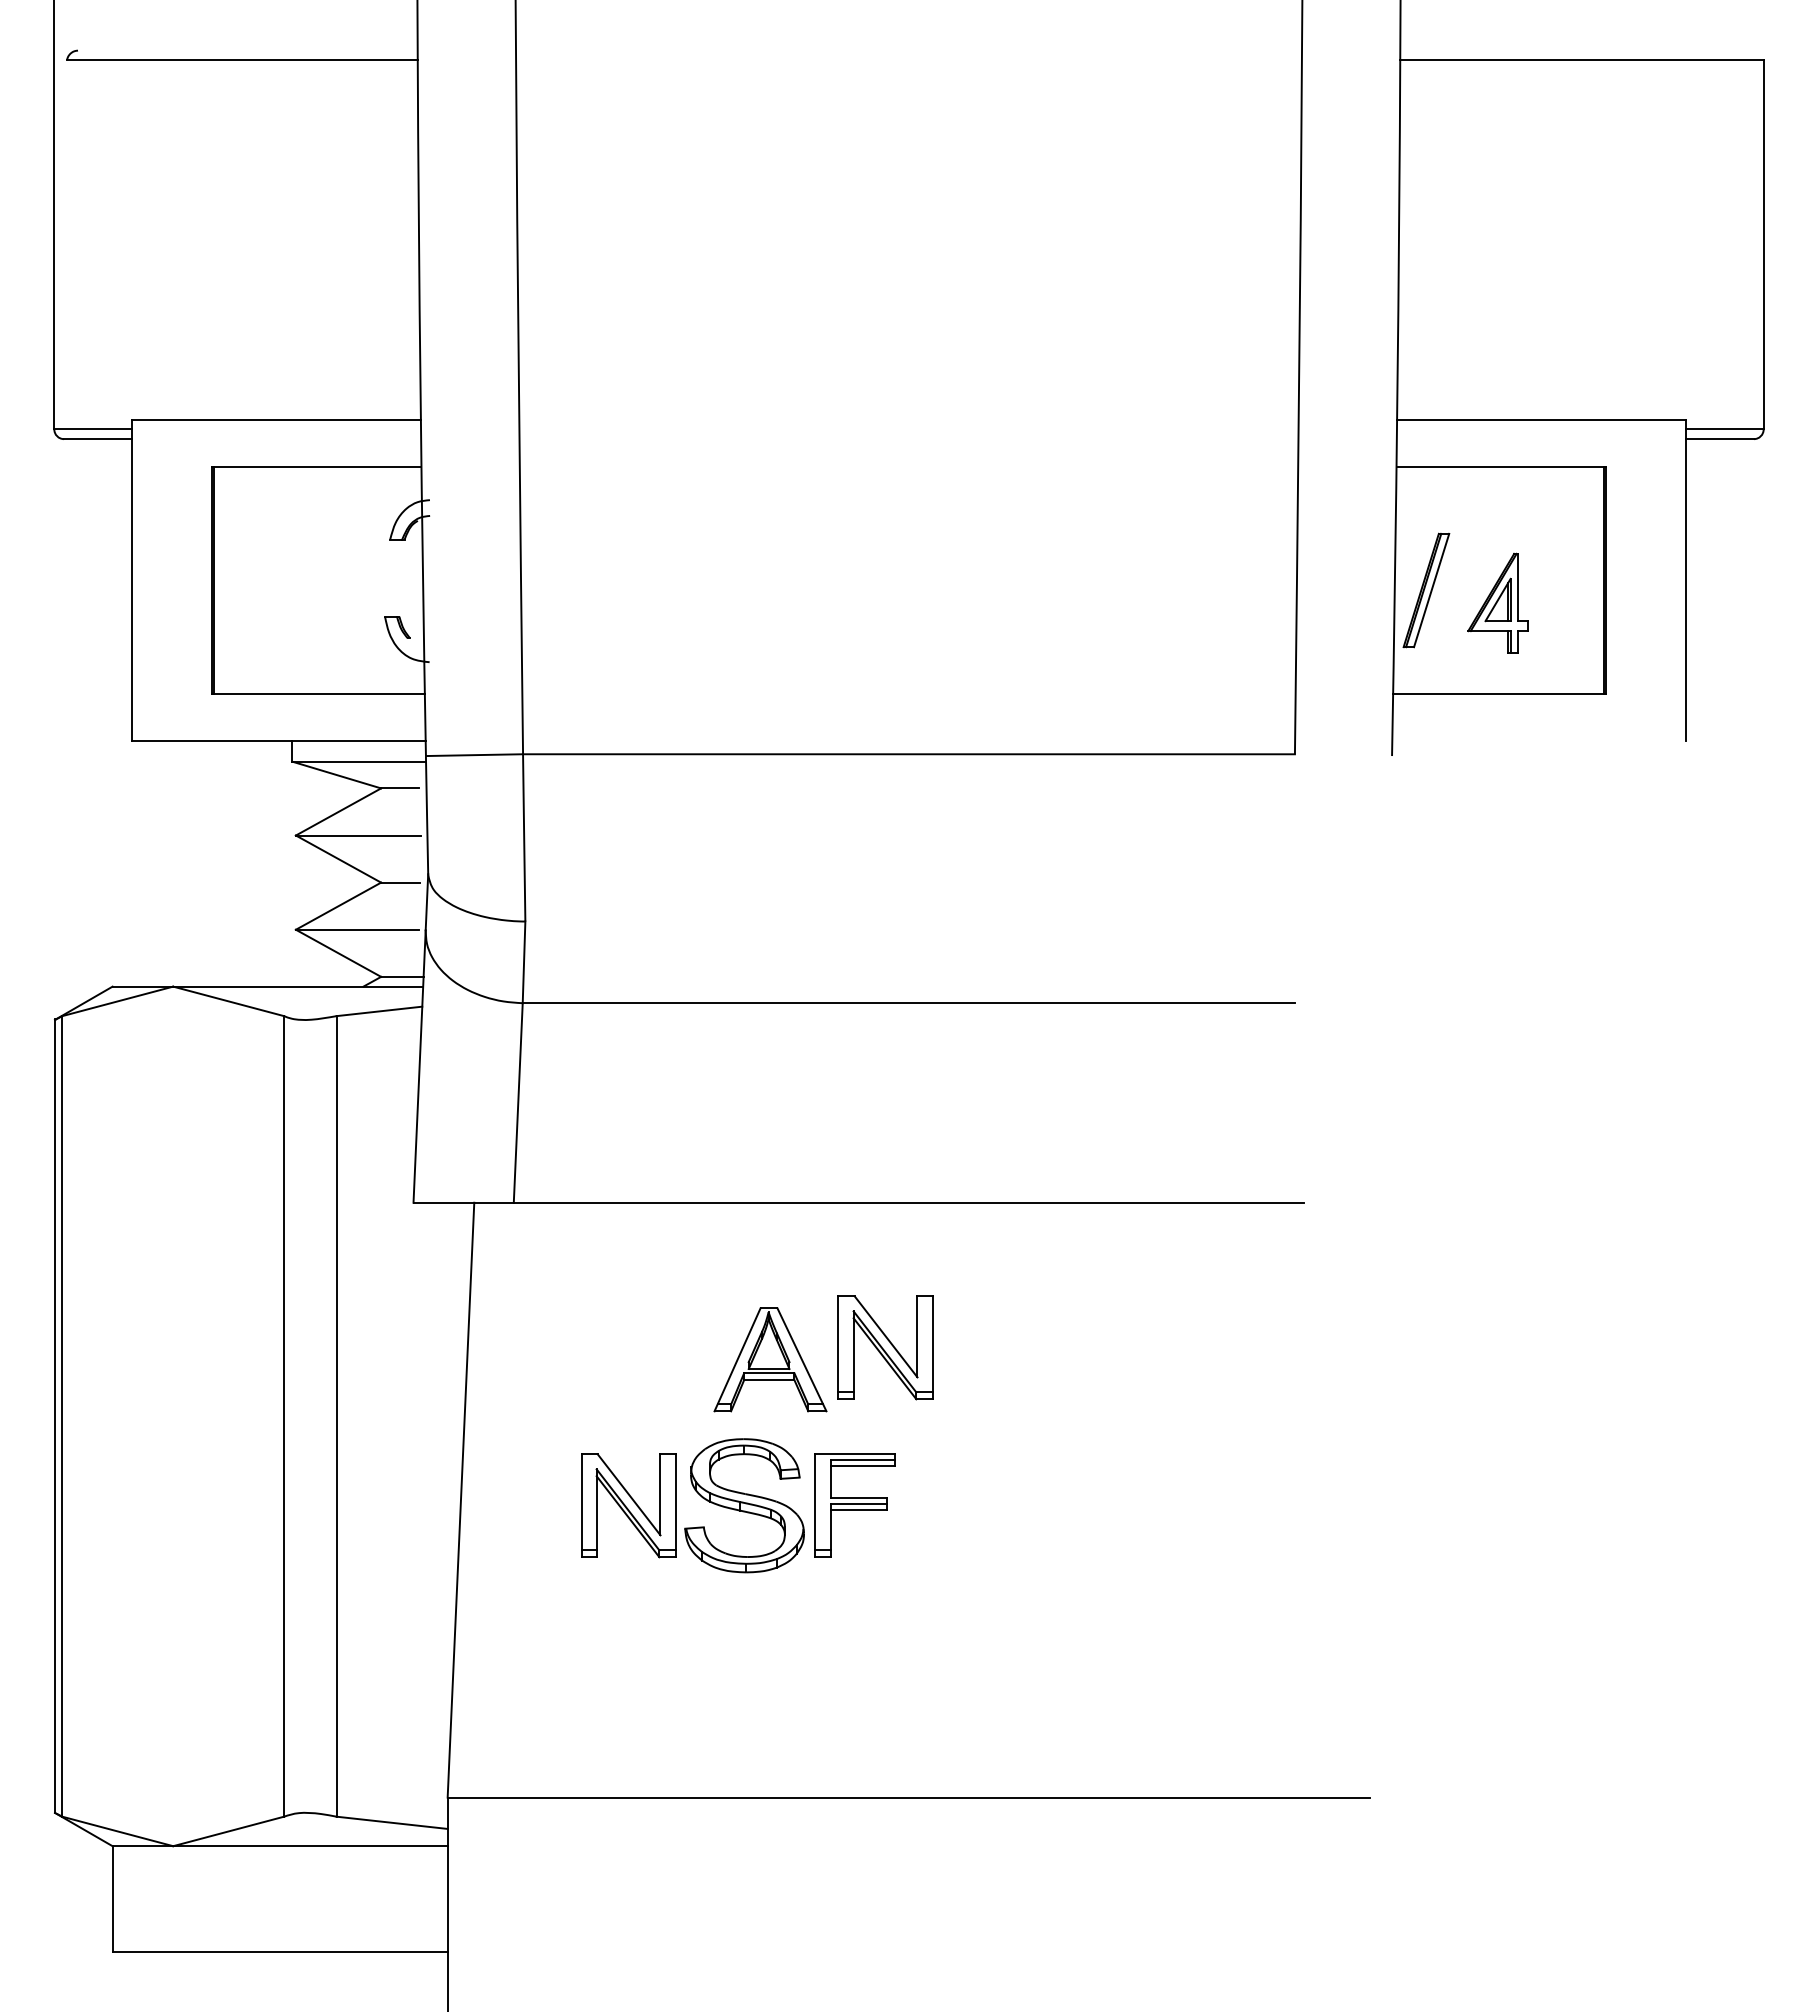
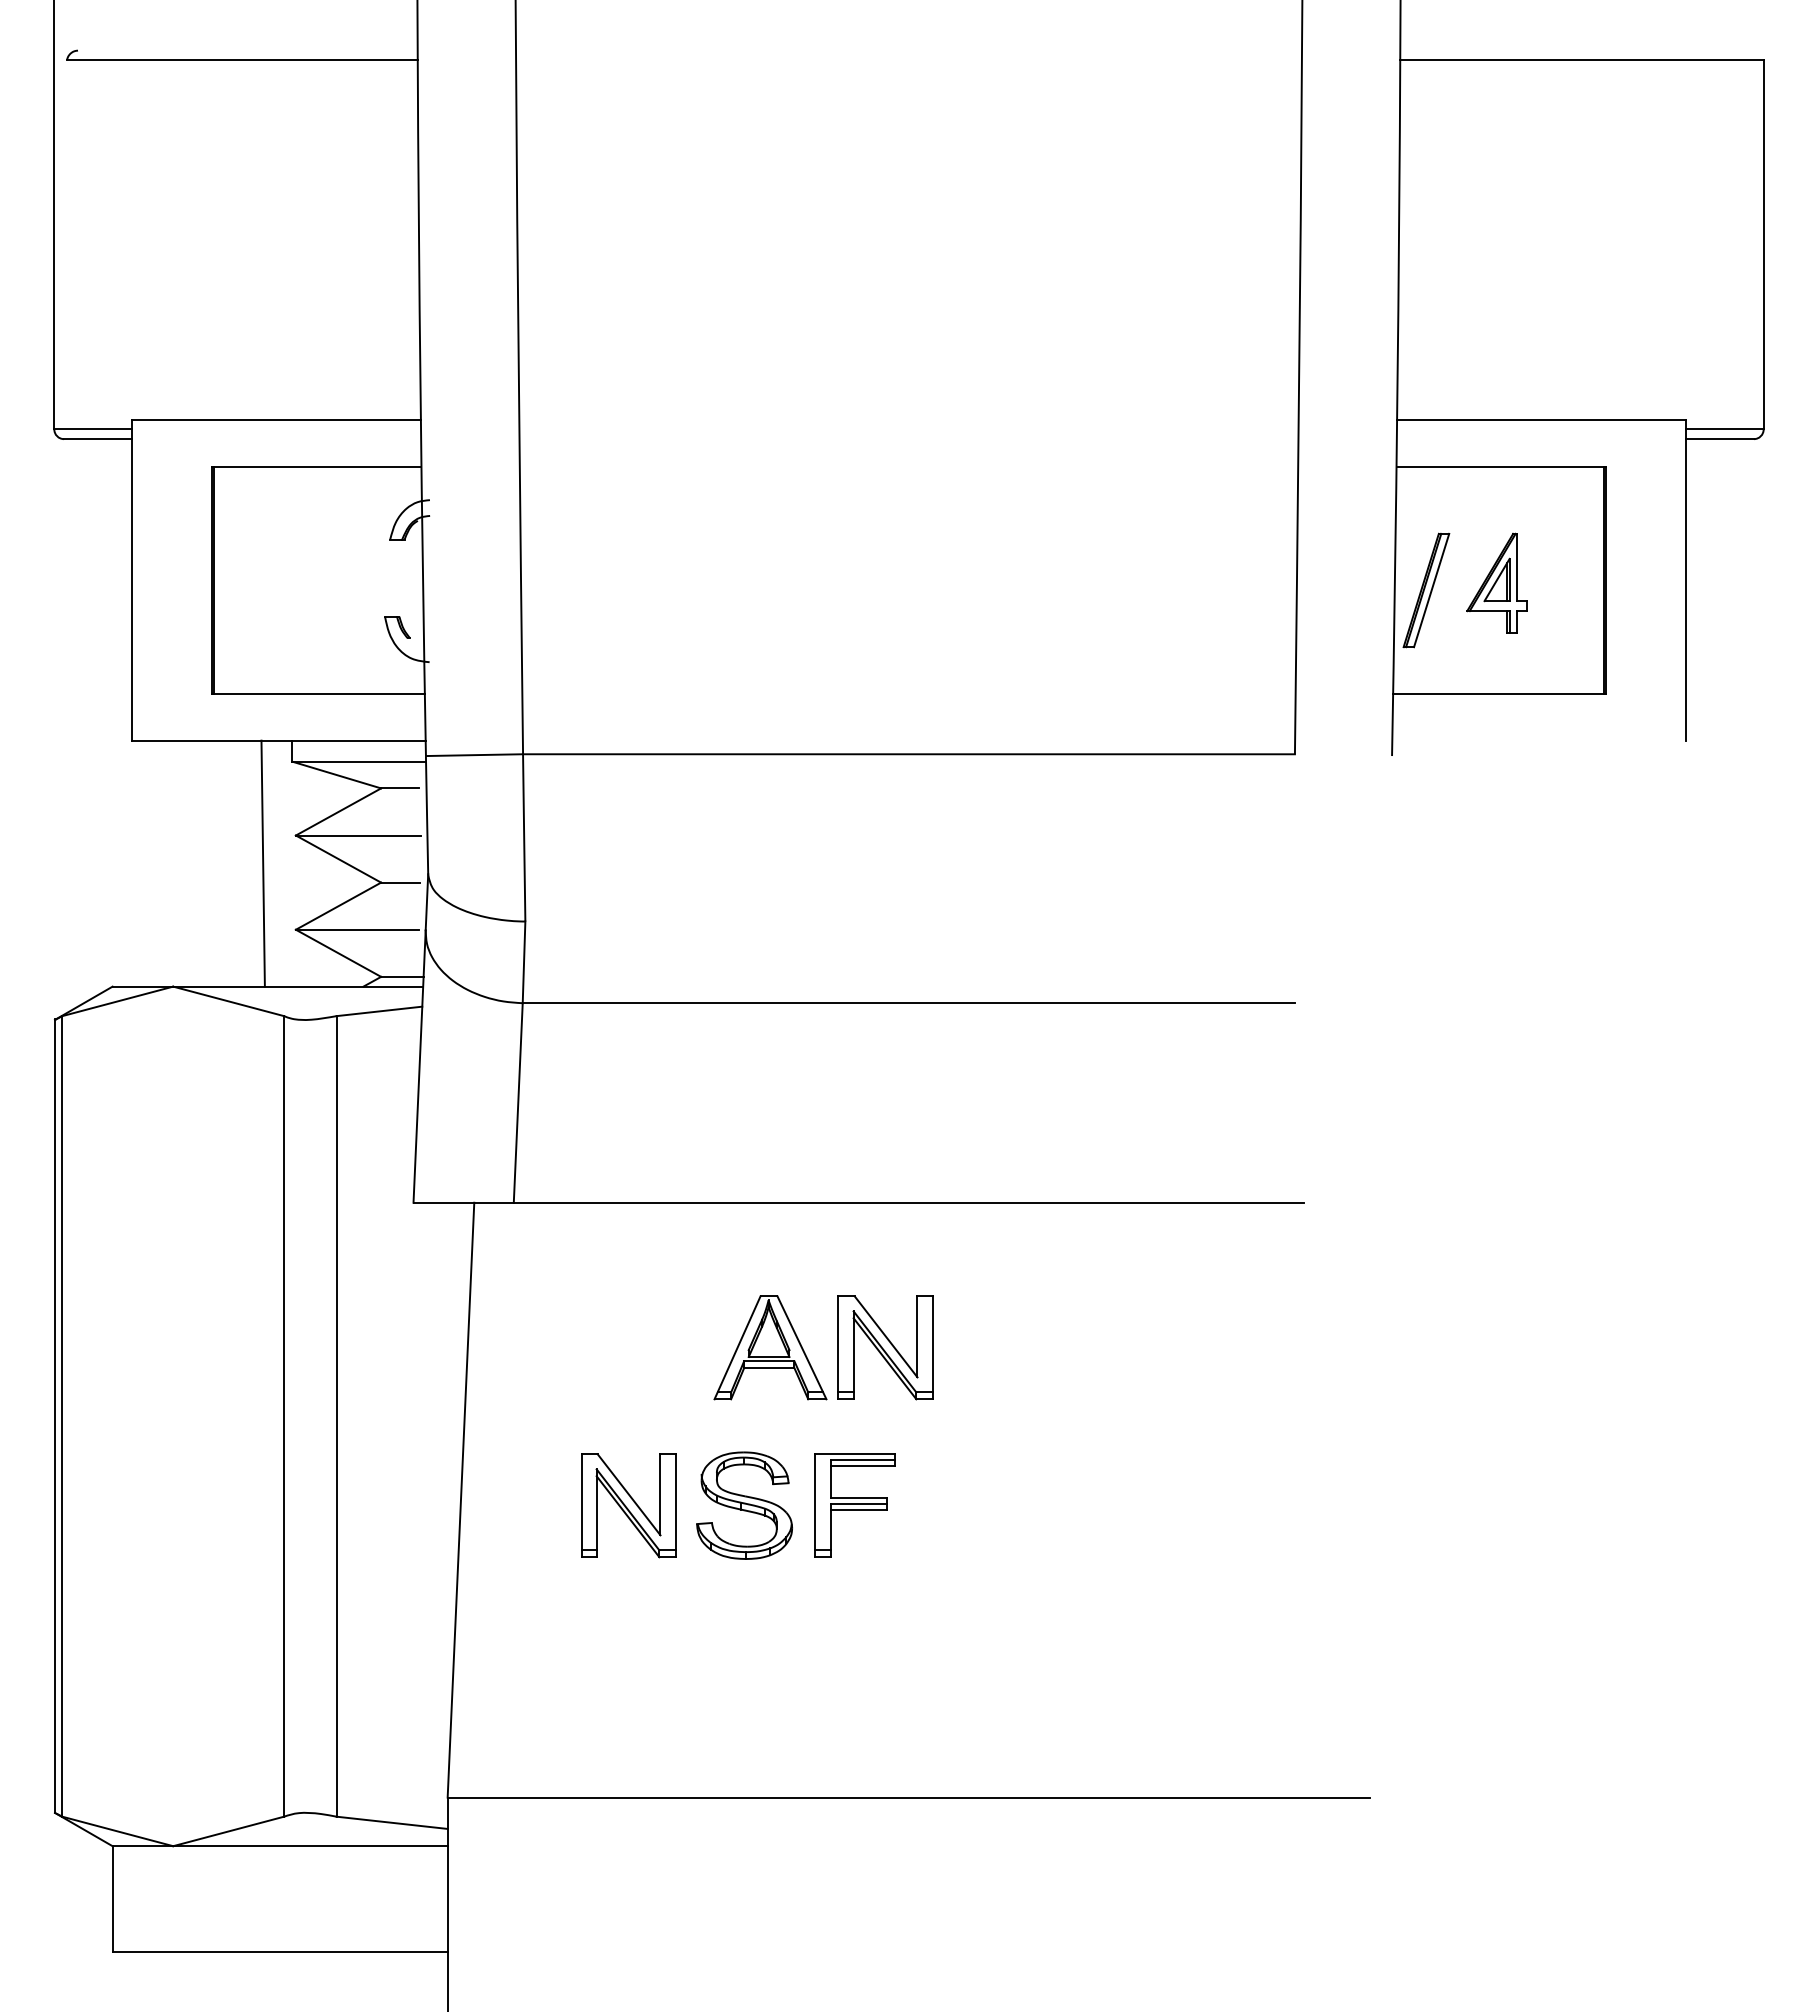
part at (1497, 602) position: (1497, 602) -> (1496, 582)
line at (262, 863): none -> present
part at (770, 1359) position: (770, 1359) -> (770, 1347)
part at (744, 1505) size: 121x136 px -> 97x109 px
